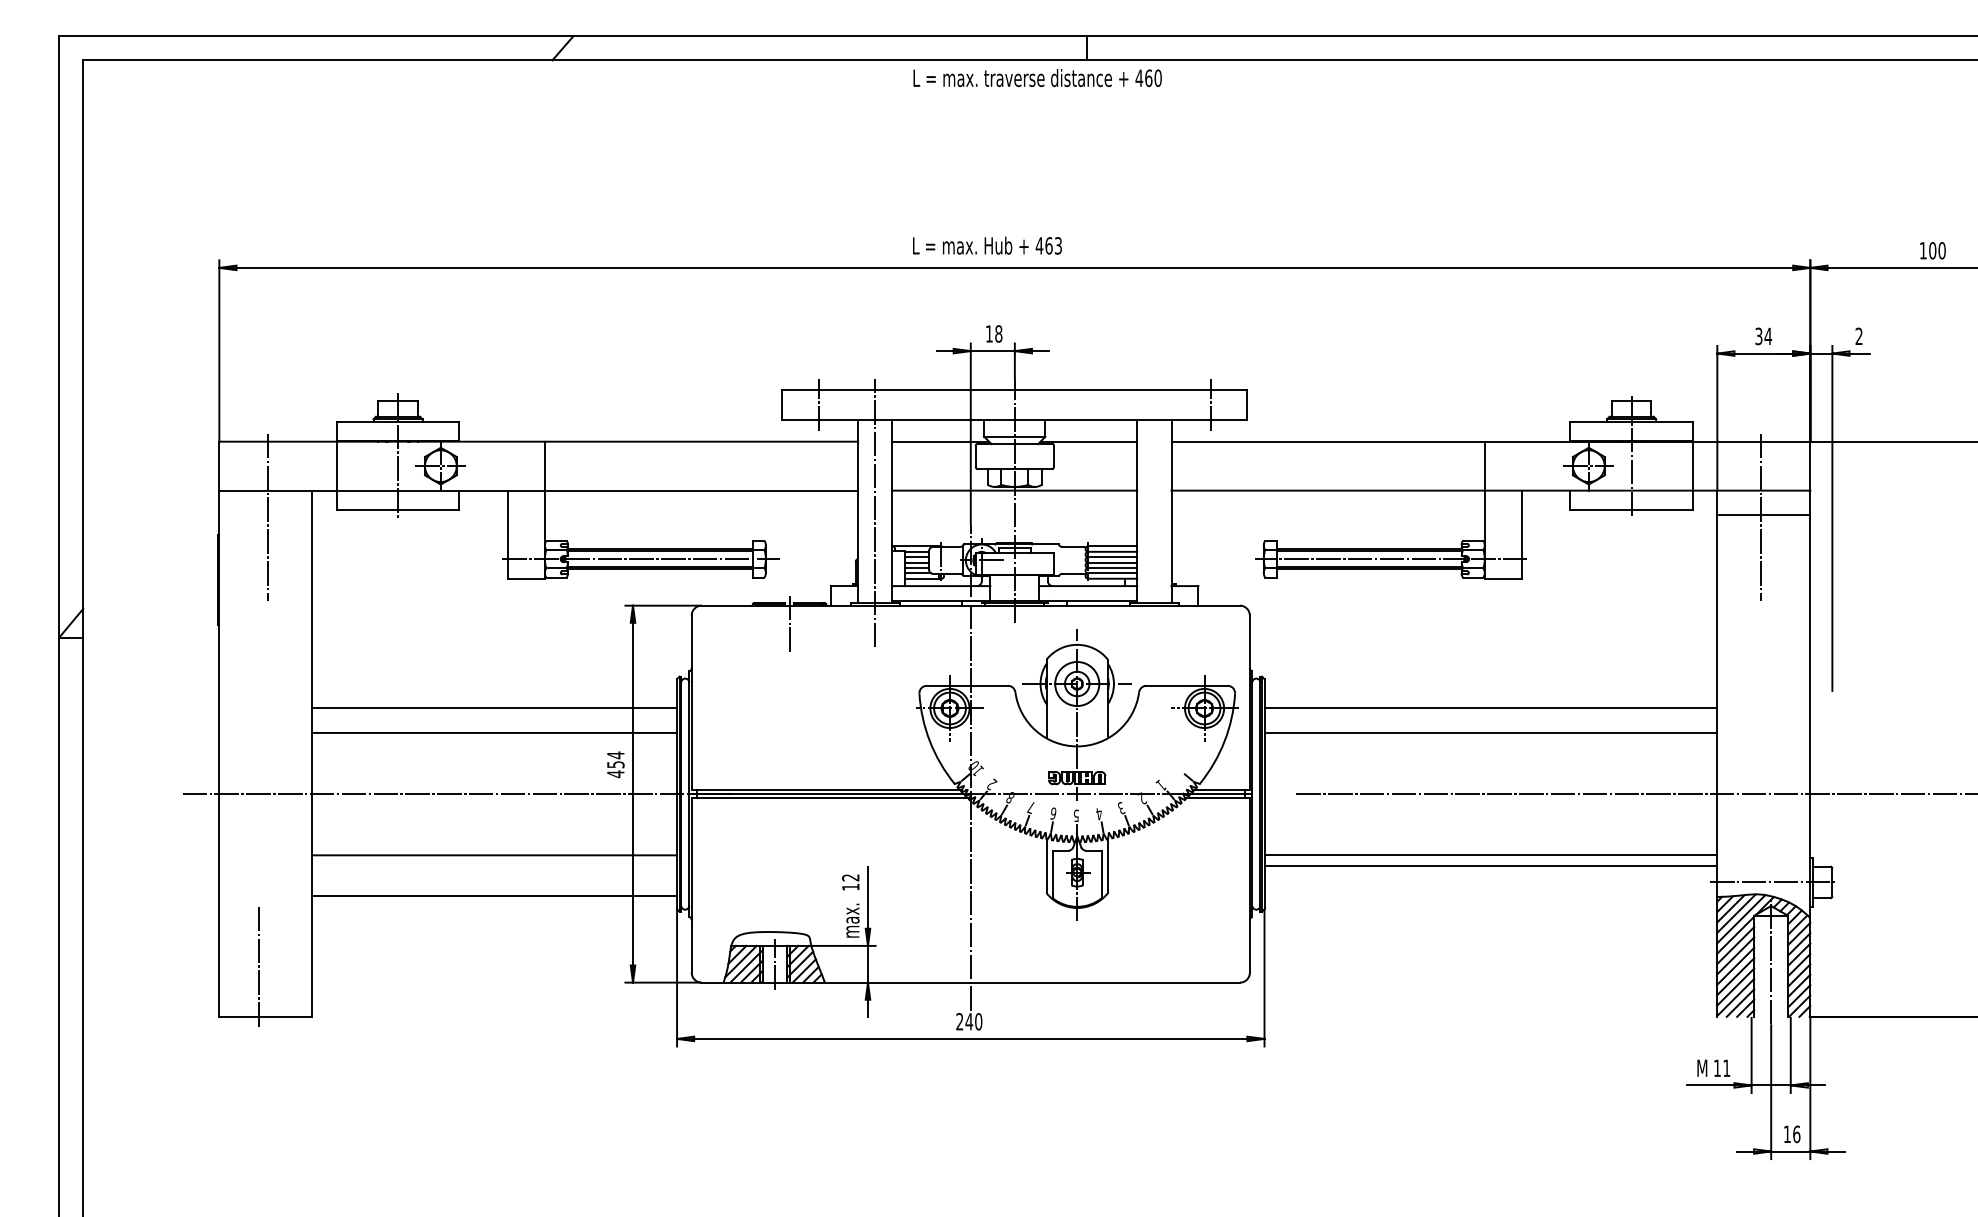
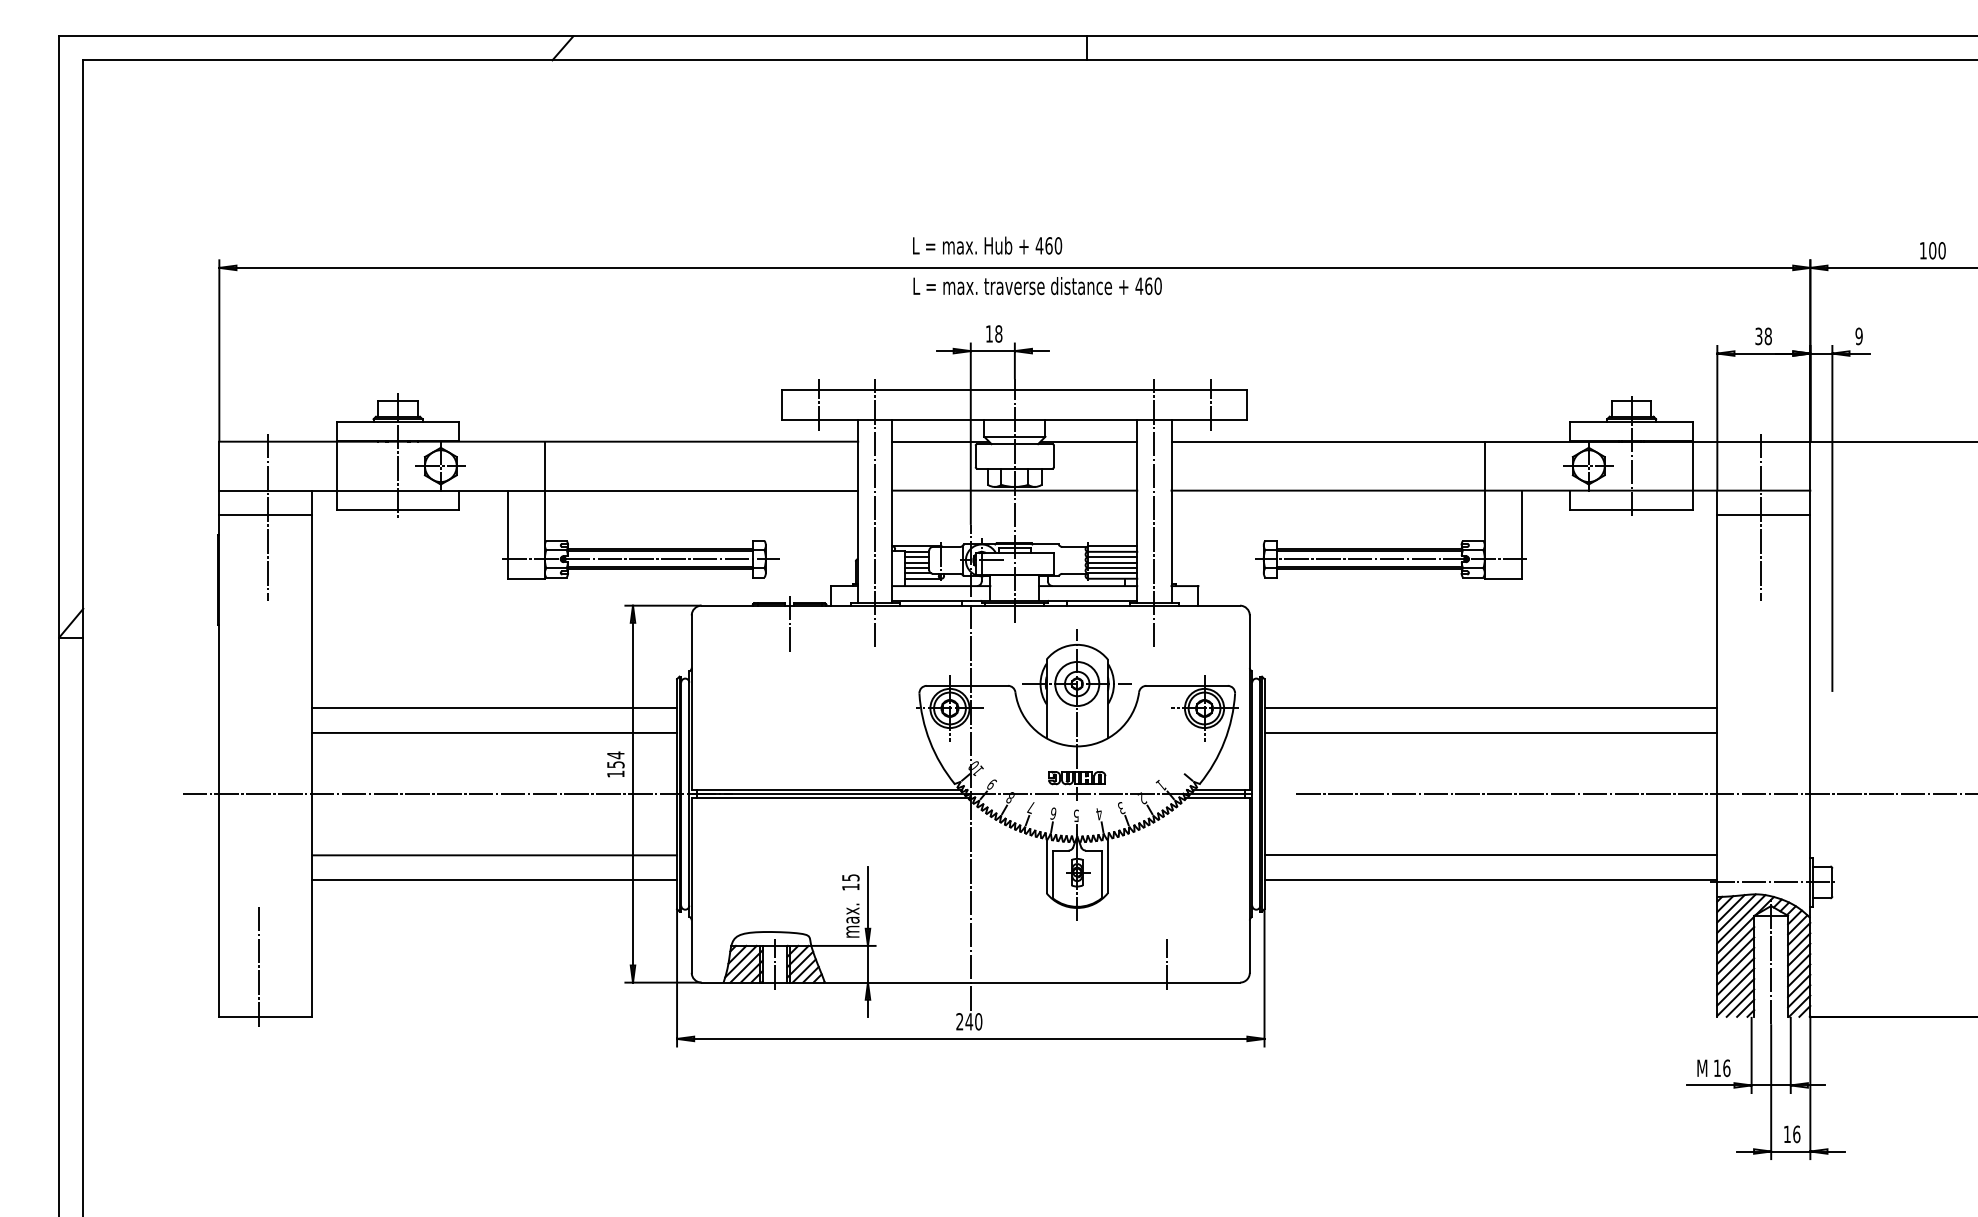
text at (1037, 78) position: (1037, 78) -> (1037, 286)
text at (1058, 245): 463 -> 460
text at (1768, 336): 34 -> 38
text at (1858, 336): 2 -> 9
line at (1154, 513): none -> present
line at (265, 515): none -> present
text at (615, 774): 454 -> 154
text at (992, 784): 2 -> 9
line at (1490, 865) position: (1490, 865) -> (1490, 879)
text at (850, 877): 12 -> 15
line at (494, 895) position: (494, 895) -> (494, 879)
line at (1166, 963): none -> present
text at (1726, 1068): 11 -> 16
